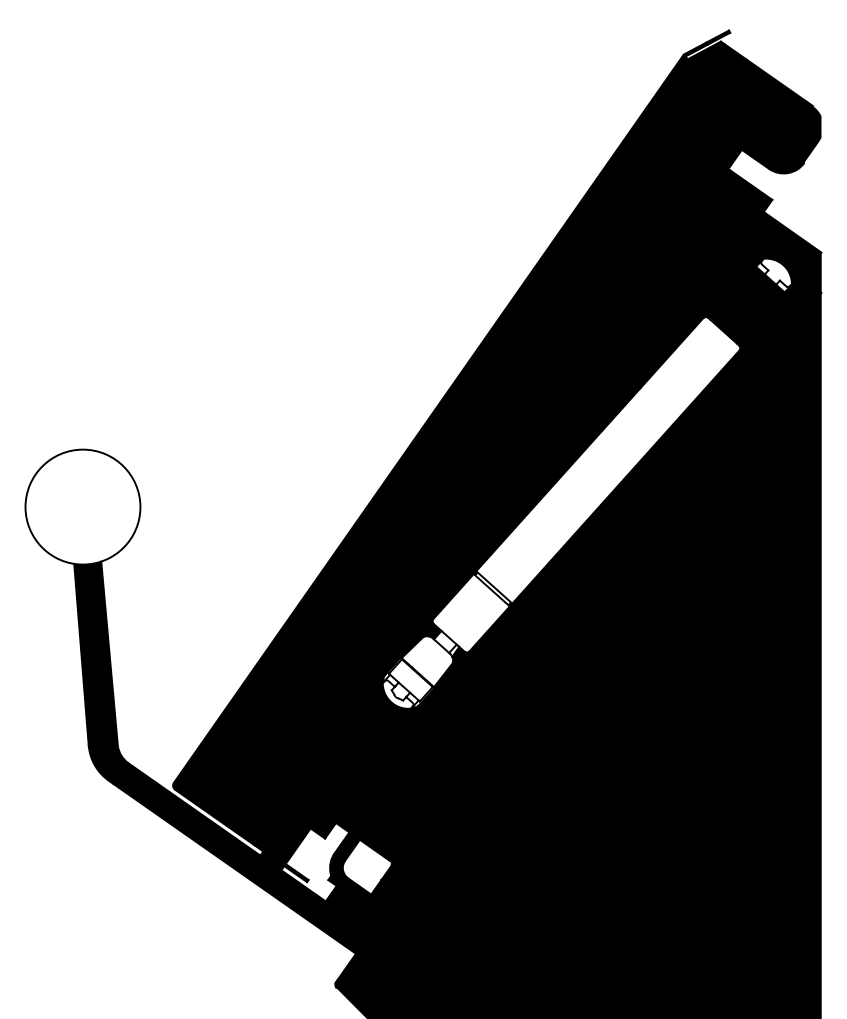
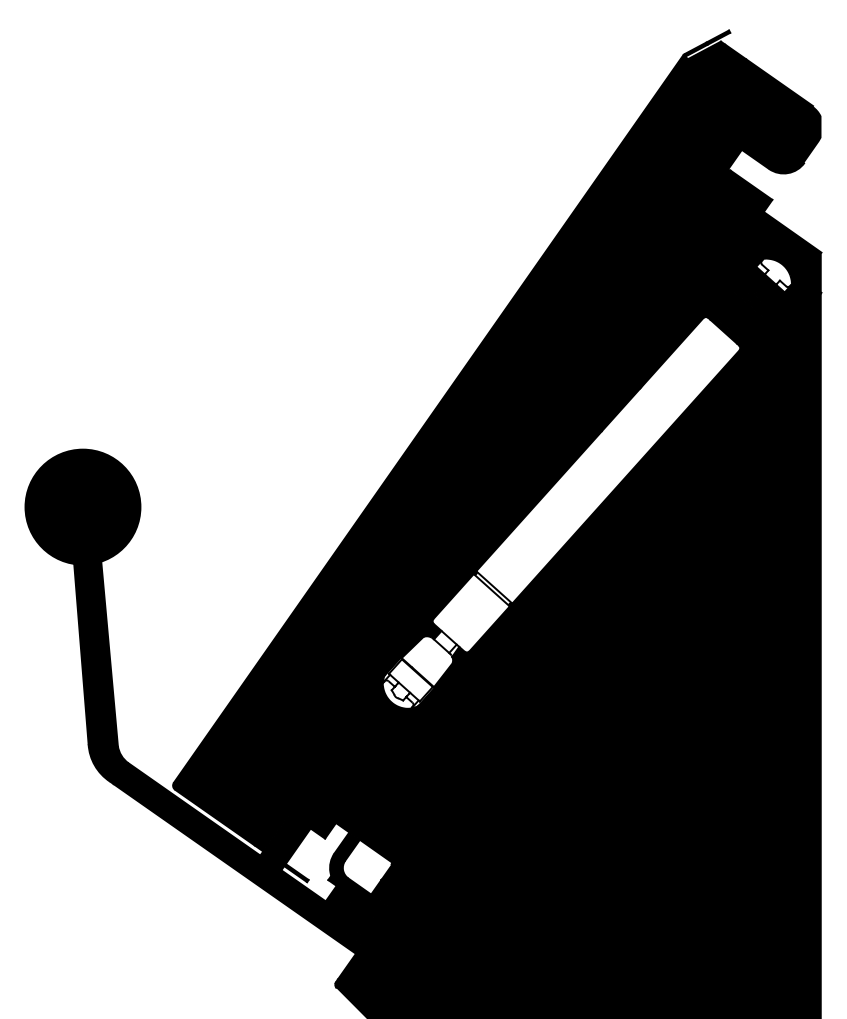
fill at (82, 506): none -> present
